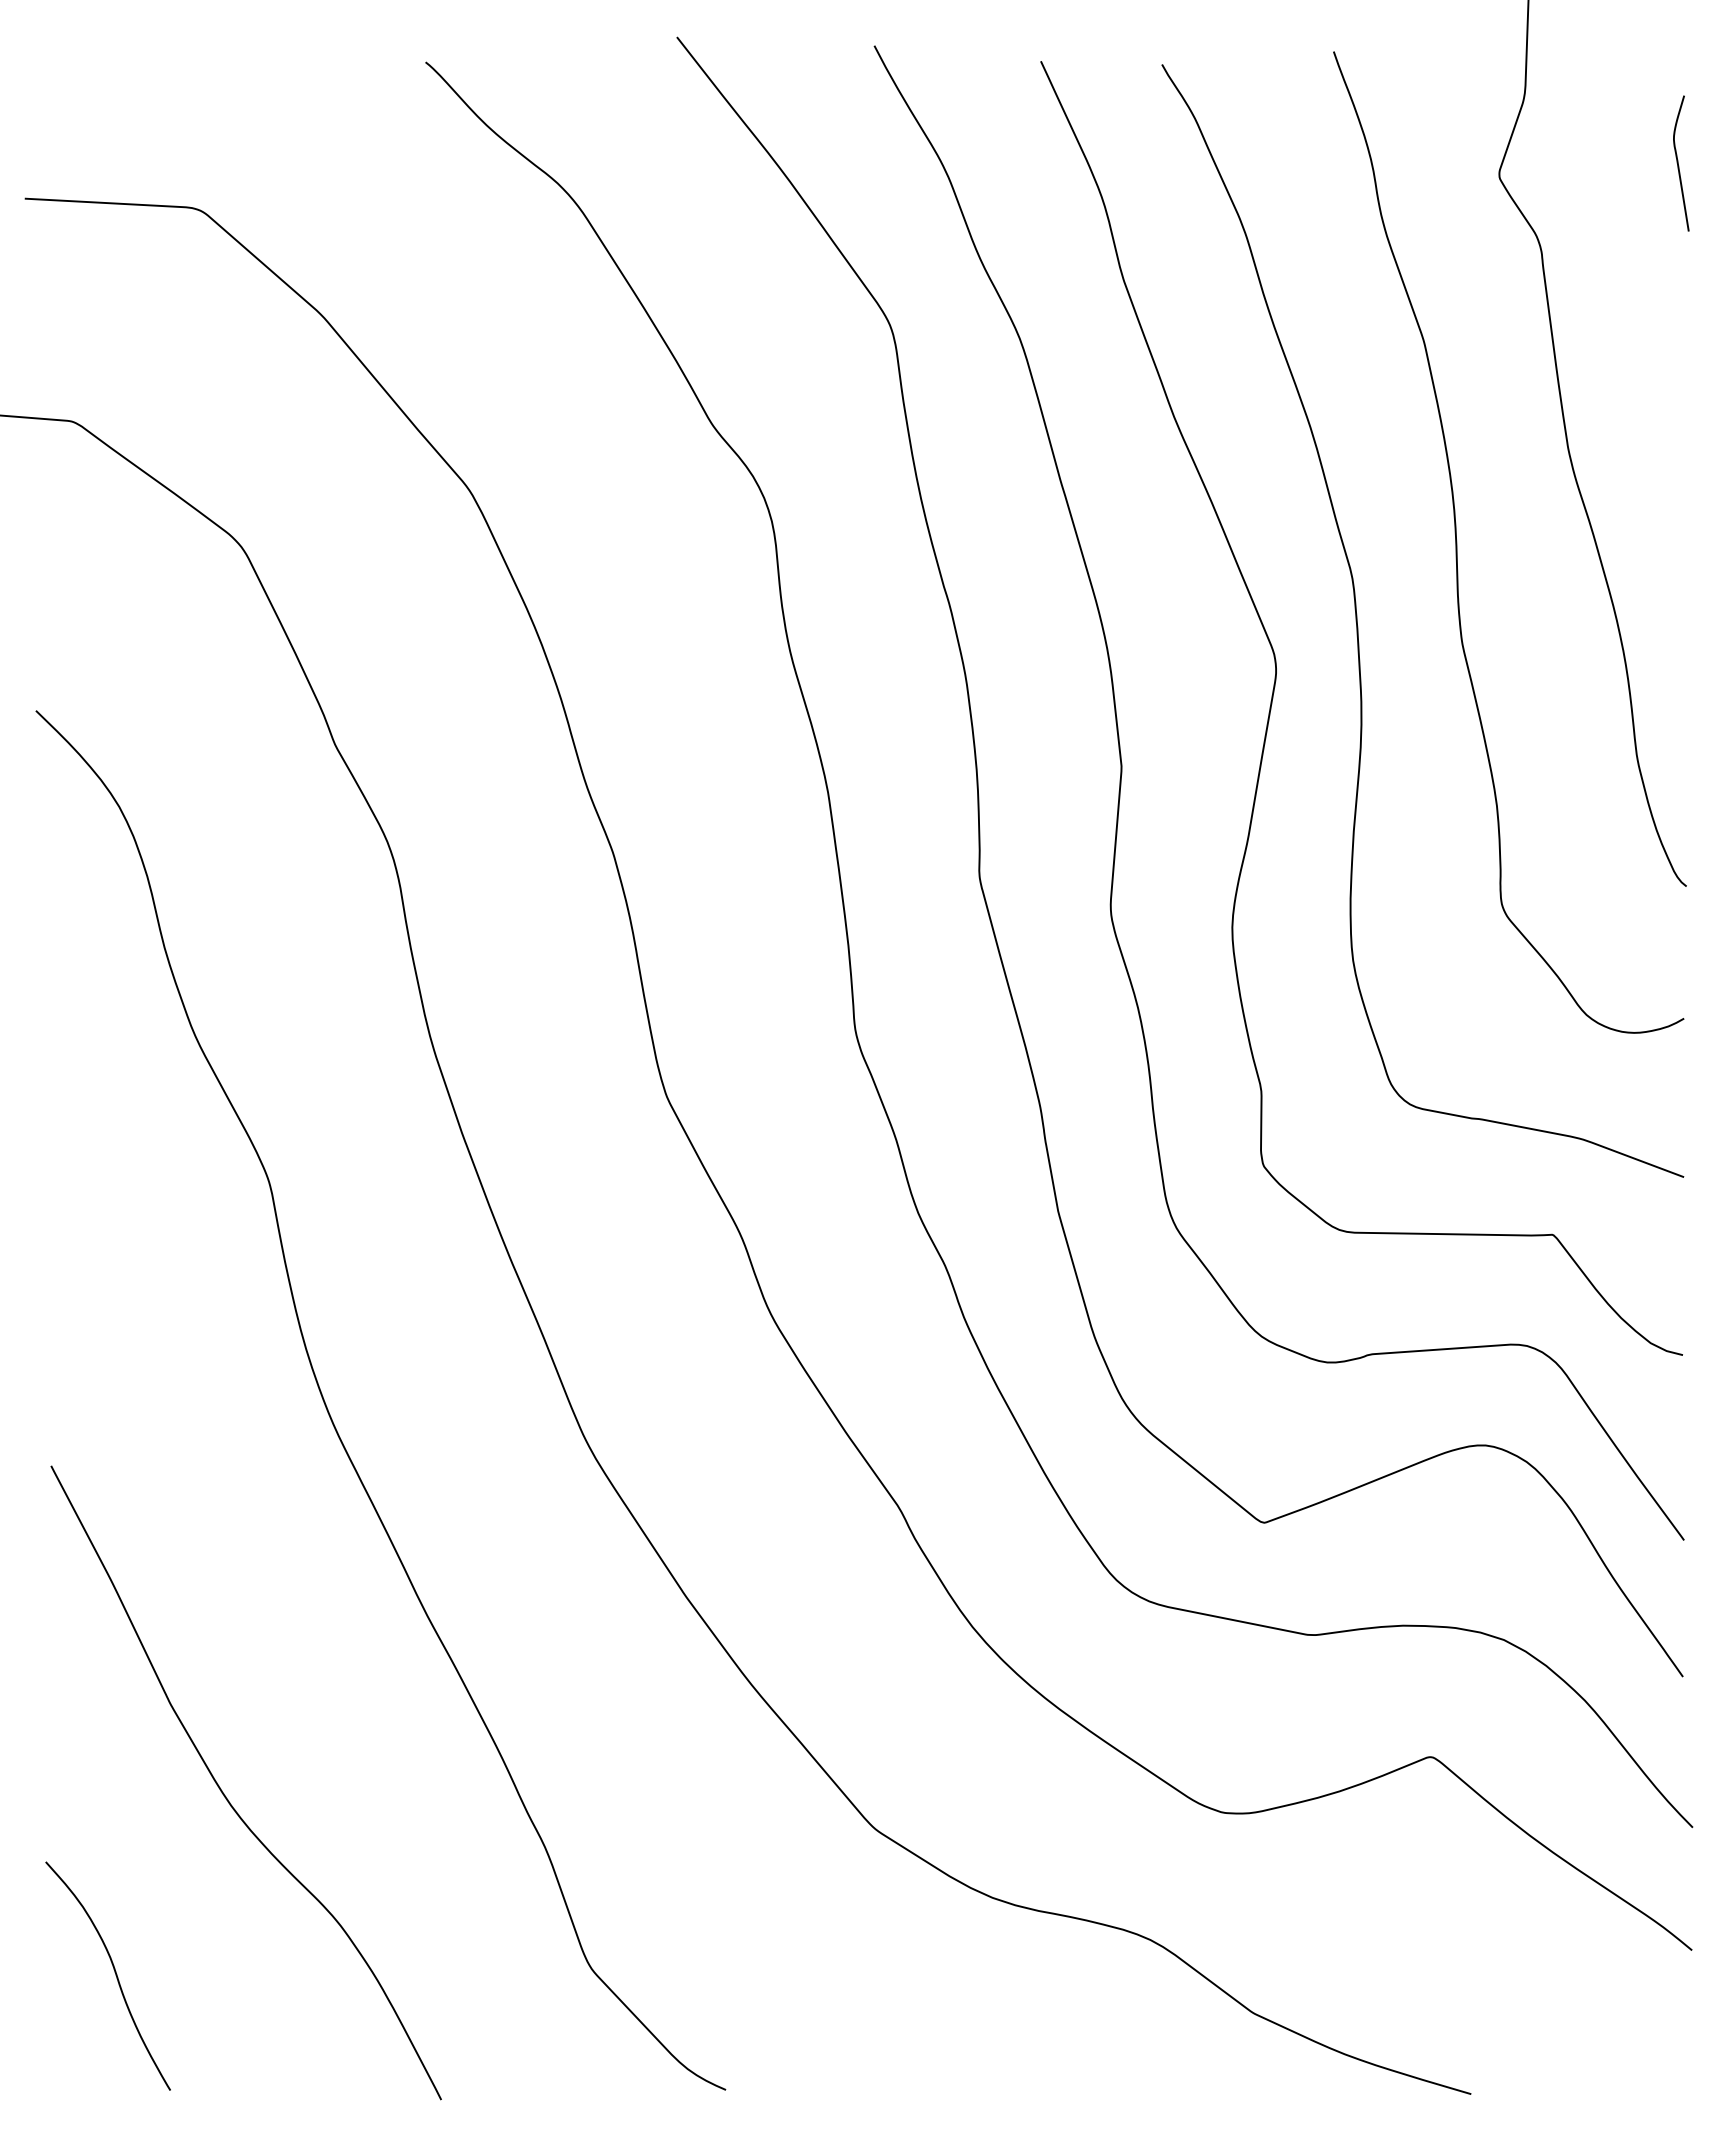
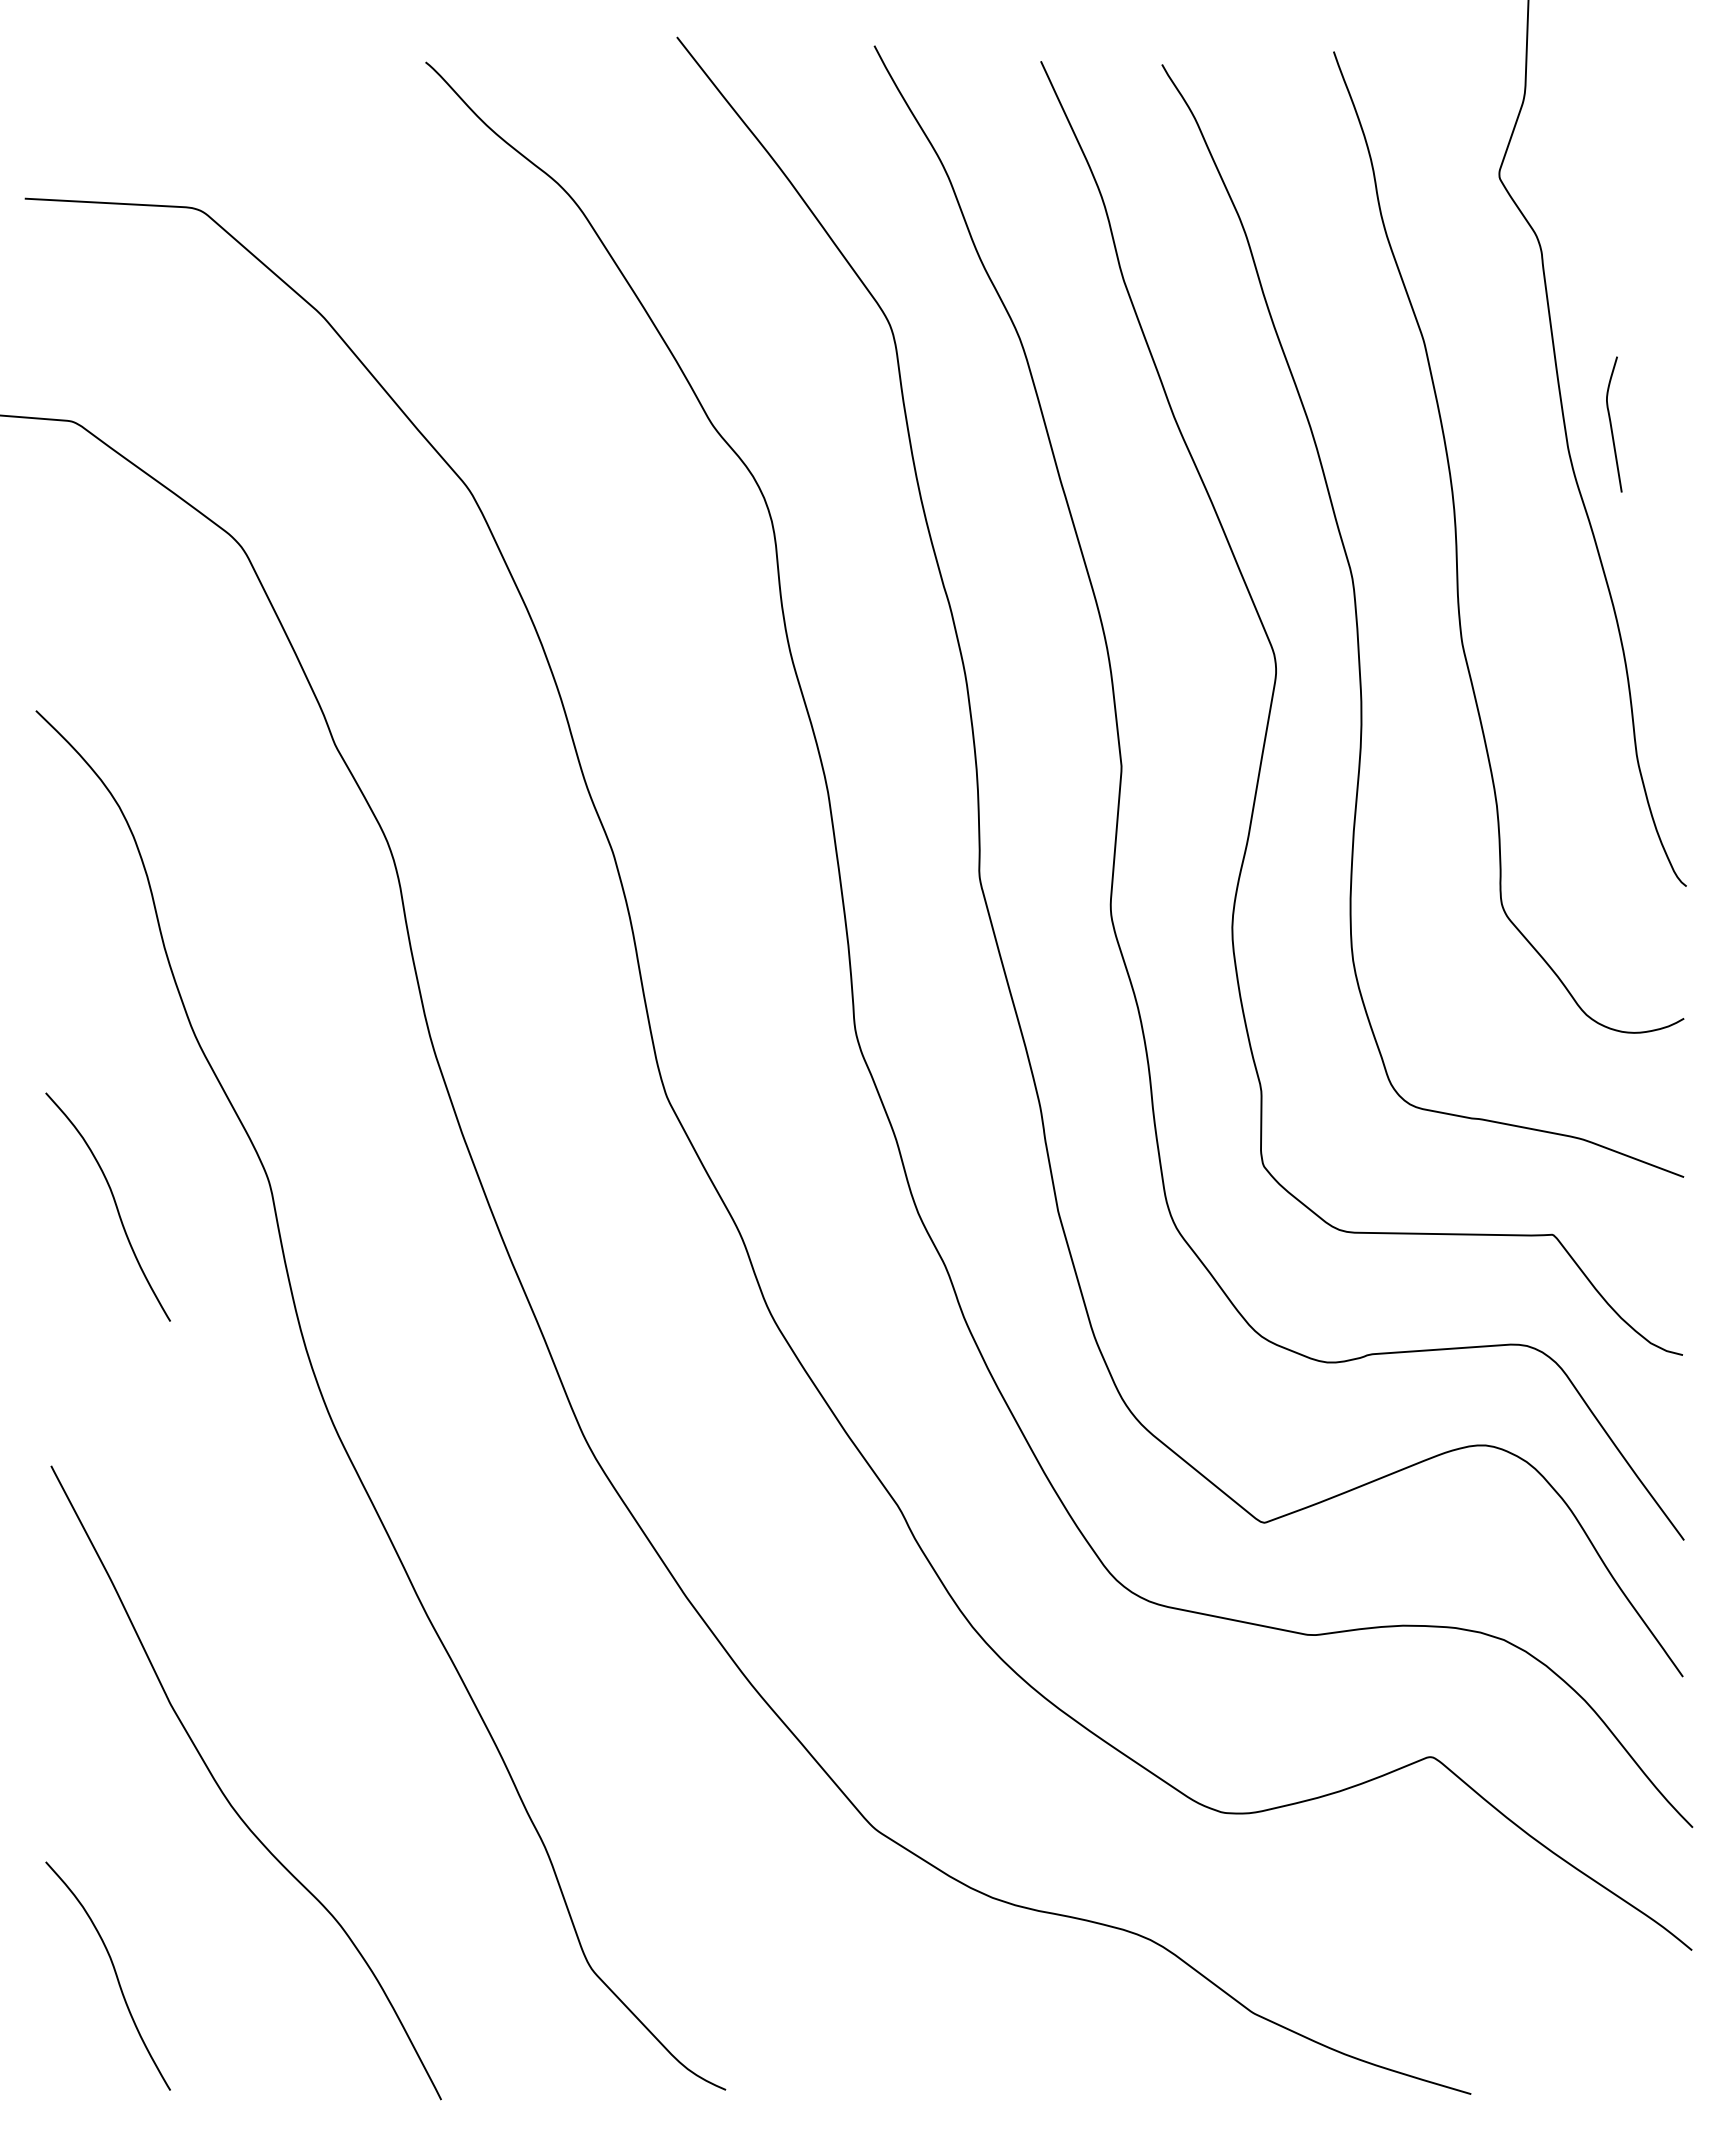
curve at (1678, 163) position: (1678, 163) -> (1611, 424)
curve at (114, 1203): none -> present
